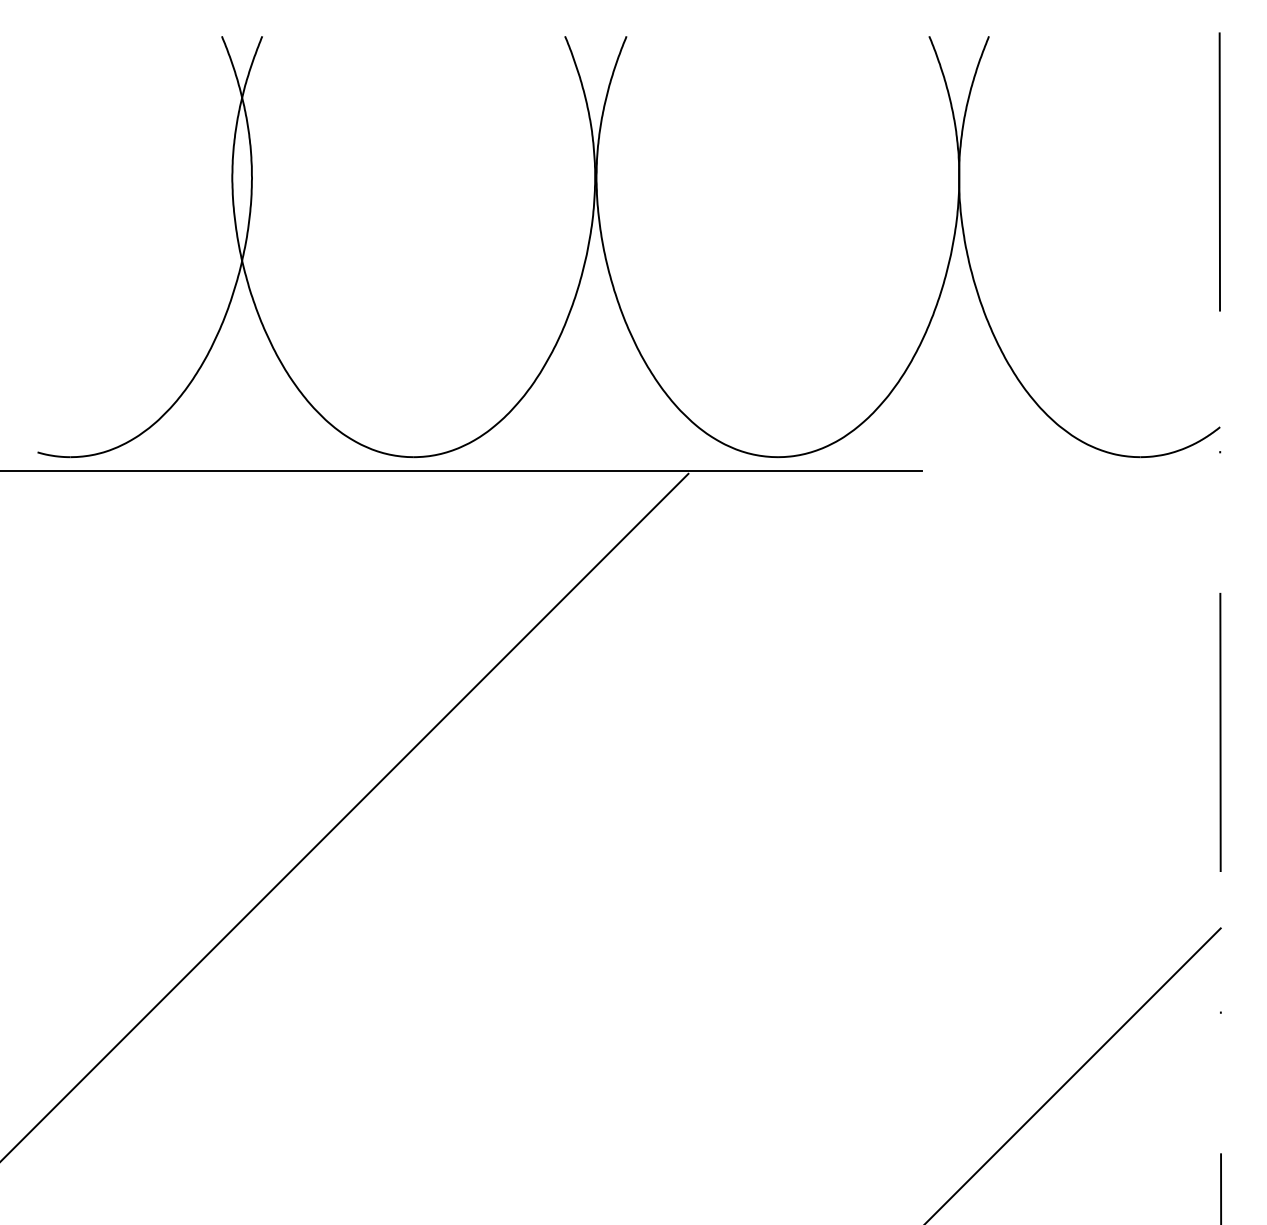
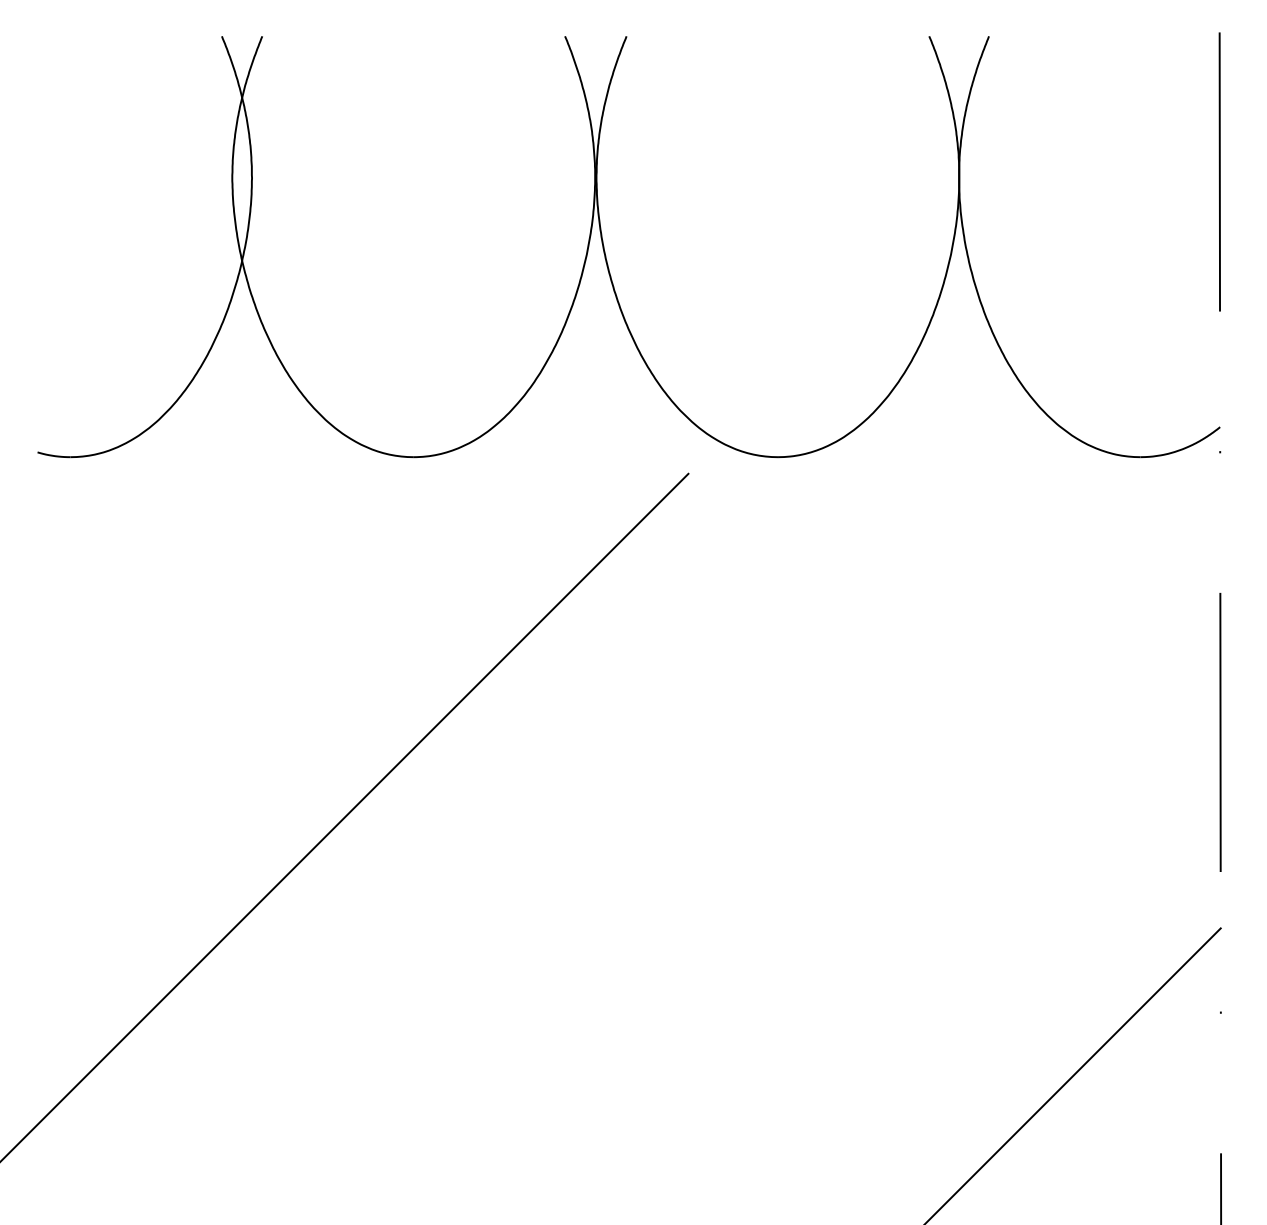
line at (461, 471): present -> none
